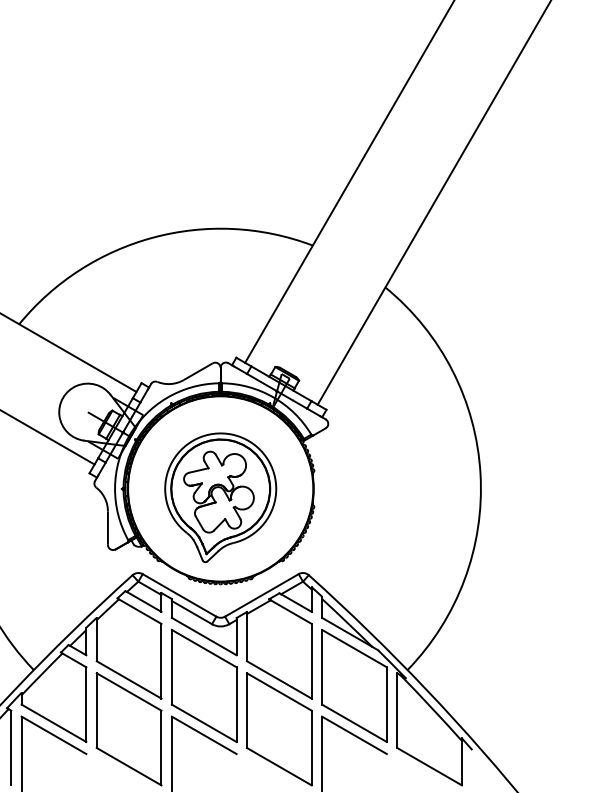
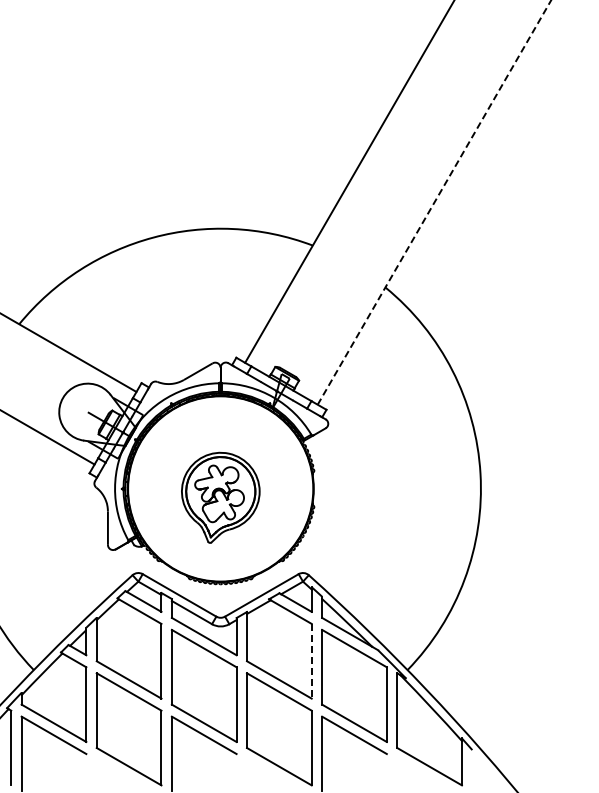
line at (434, 202): solid -> dashed
part at (220, 497) size: 114x132 px -> 80x93 px
line at (311, 661): solid -> dashed
